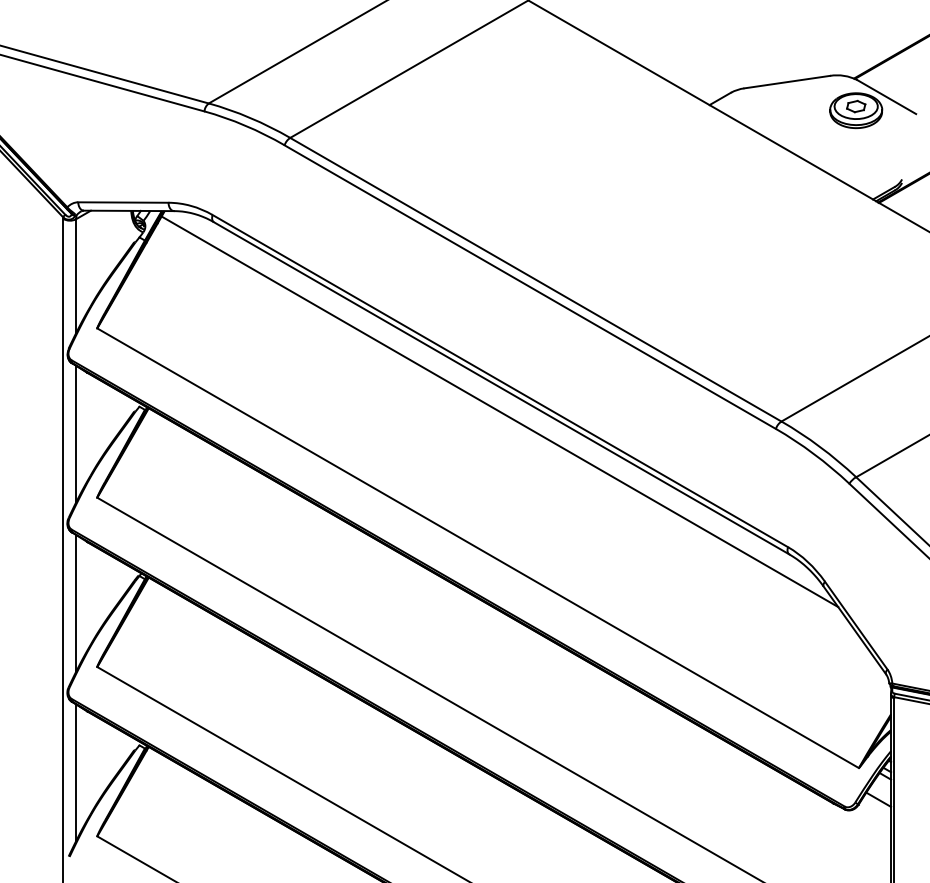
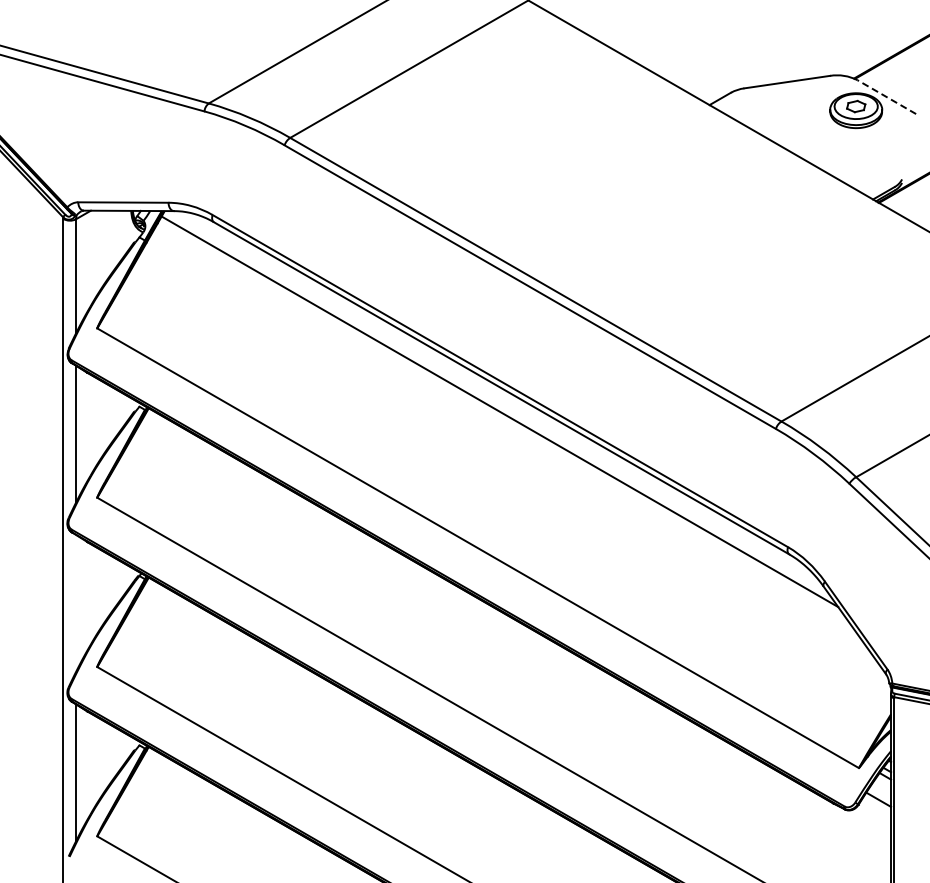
line at (886, 97): solid -> dashed
line at (76, 603): present -> none
